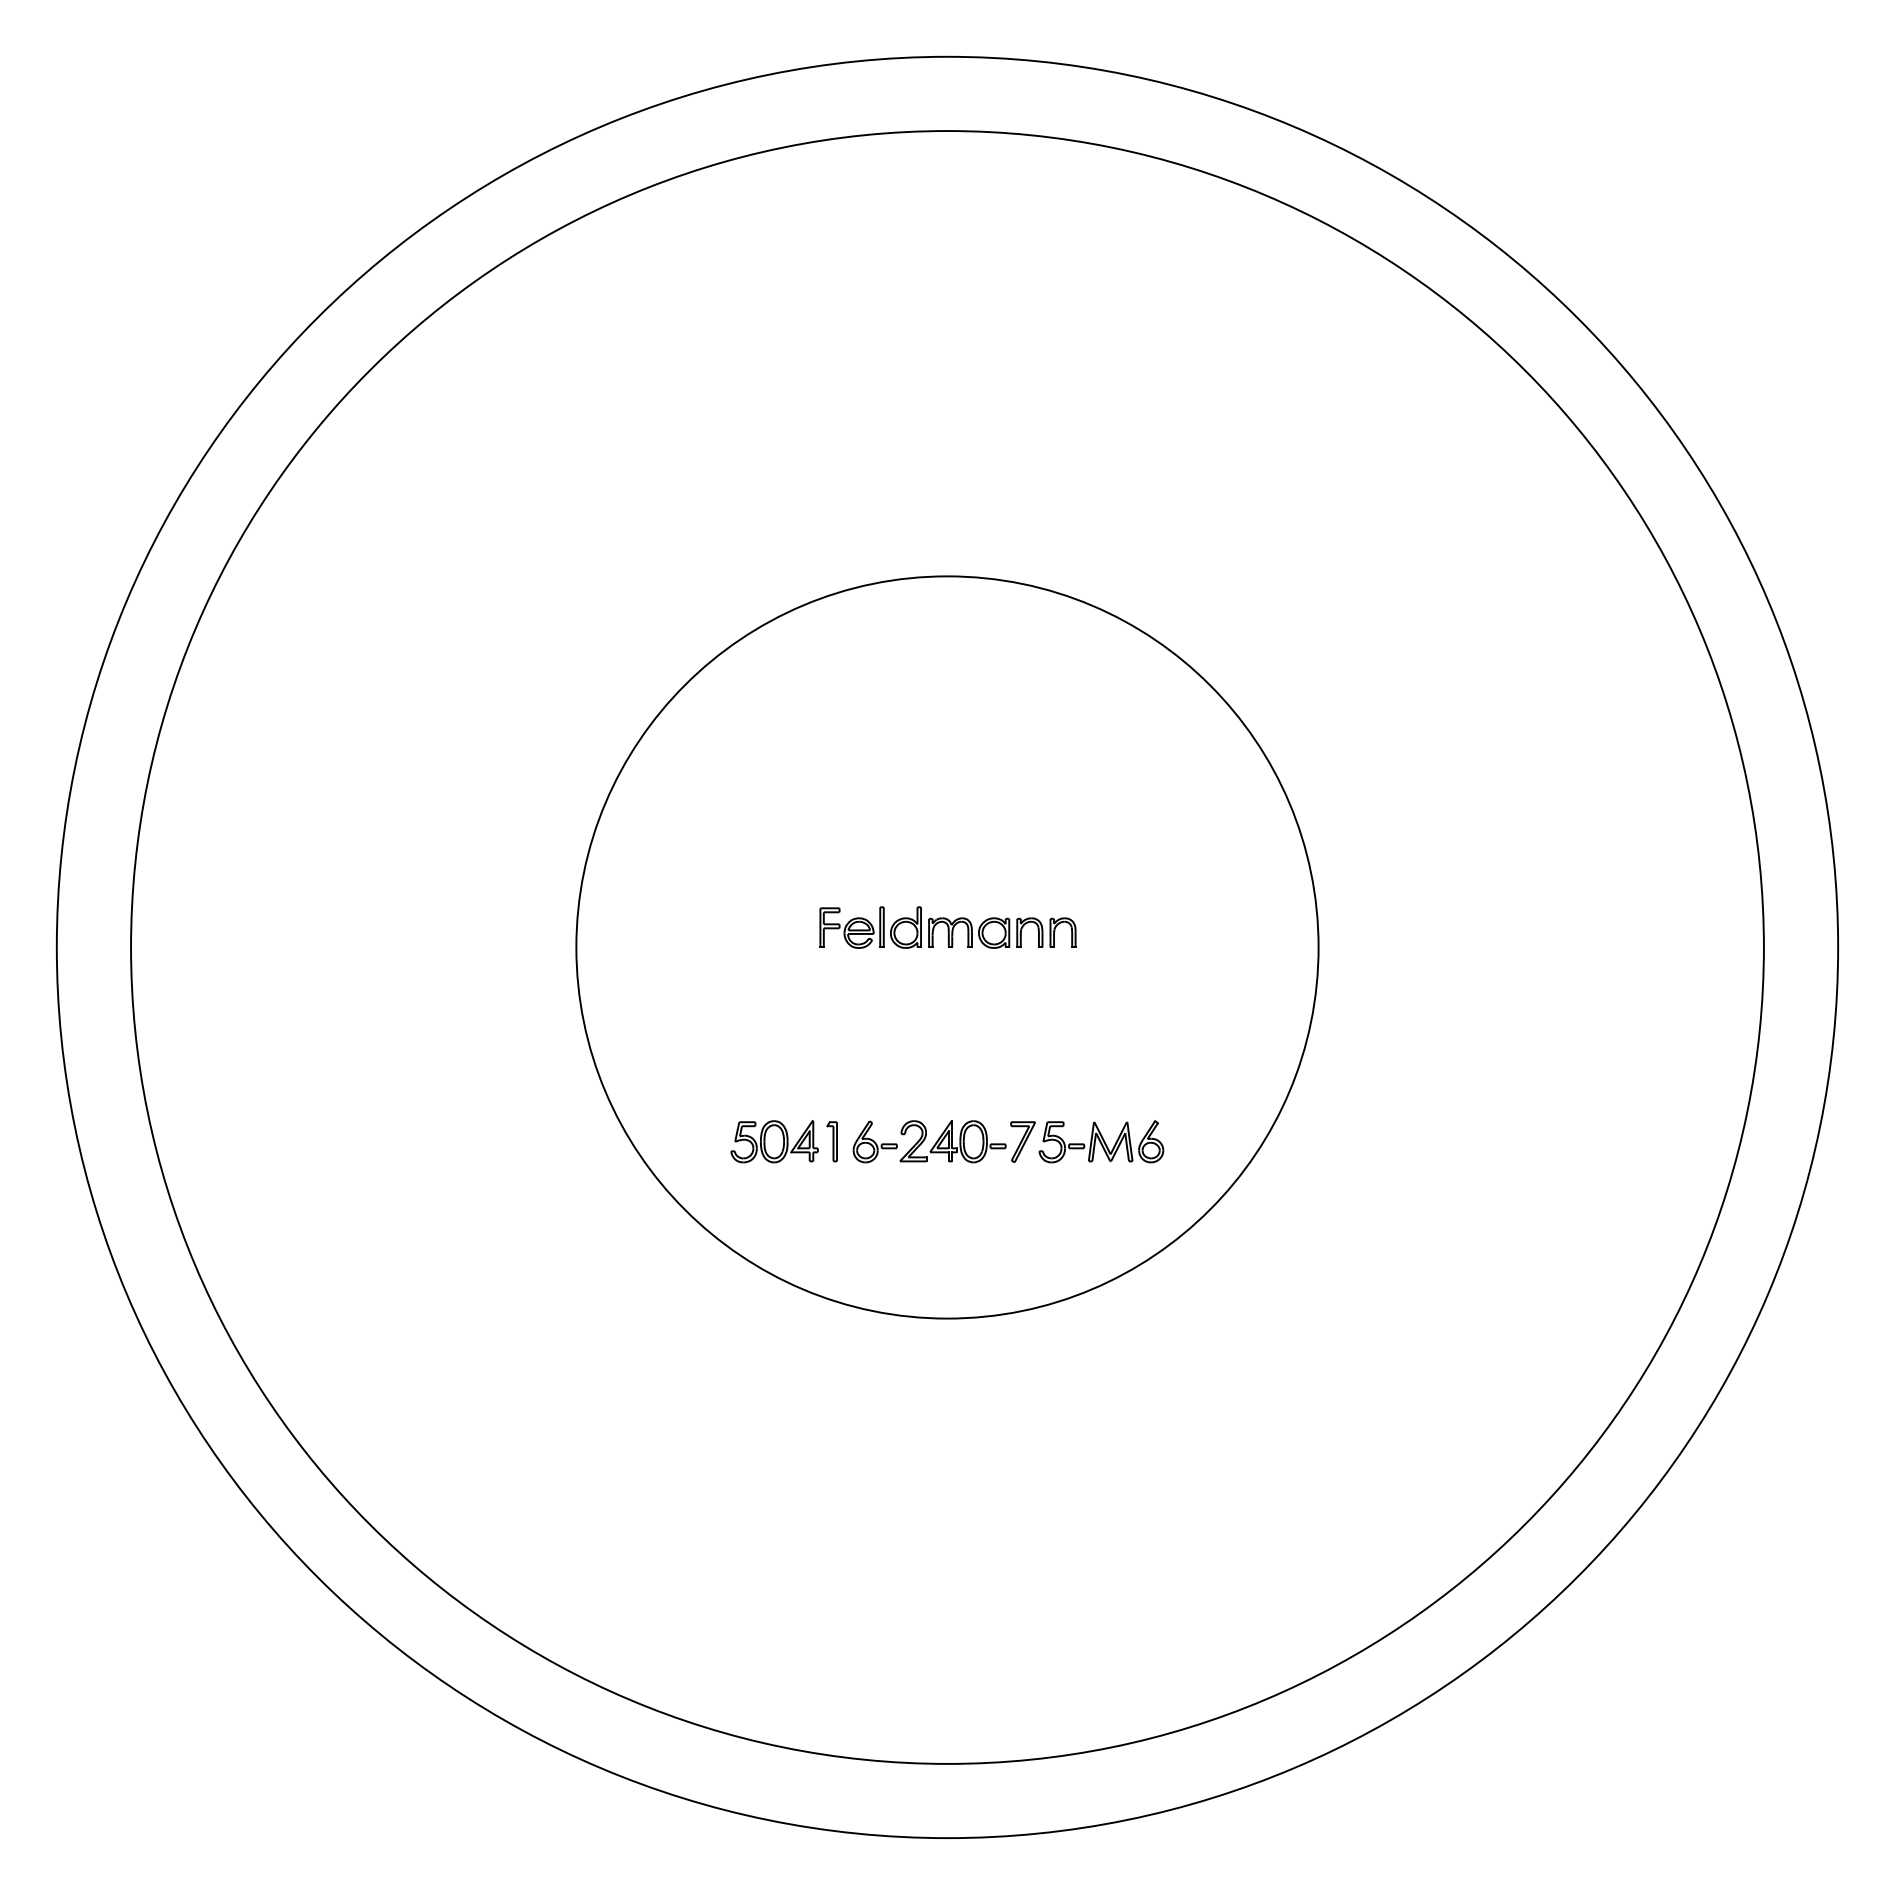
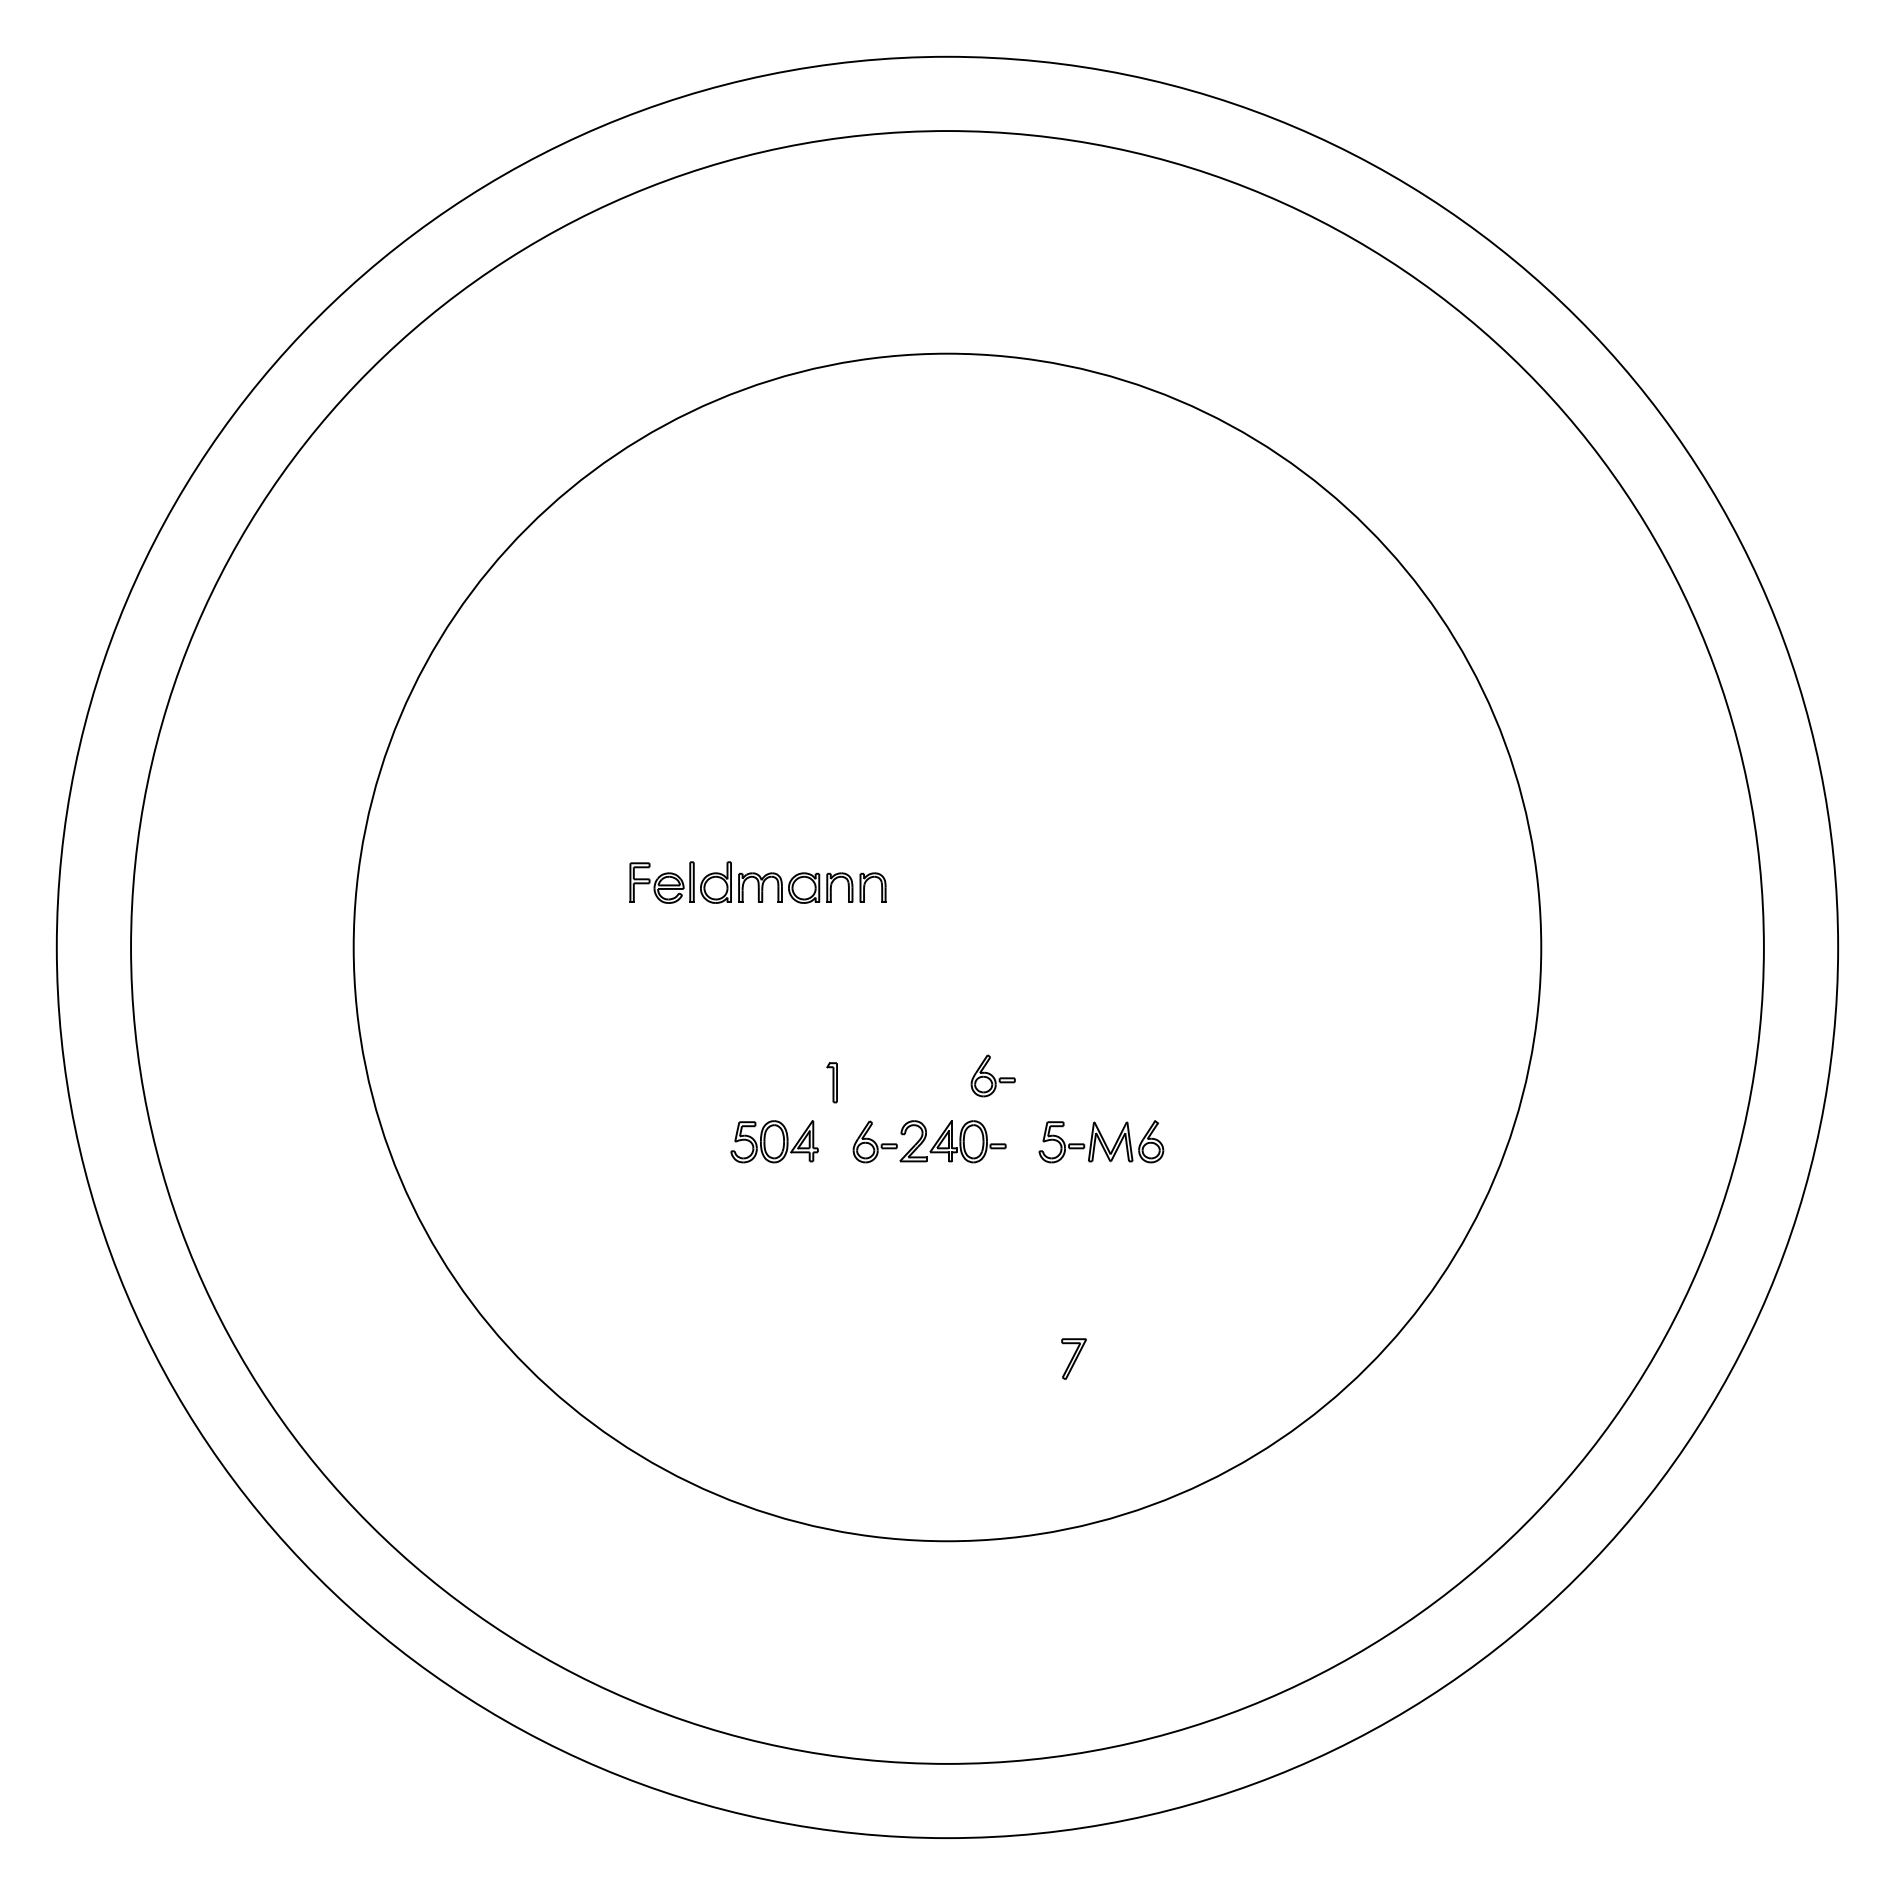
part at (947, 927) position: (947, 927) -> (757, 882)
circle at (947, 947) diameter: 742 px -> 1188 px
part at (992, 1075): none -> present
part at (831, 1141) position: (831, 1141) -> (831, 1082)
part at (1022, 1141) position: (1022, 1141) -> (1073, 1358)
